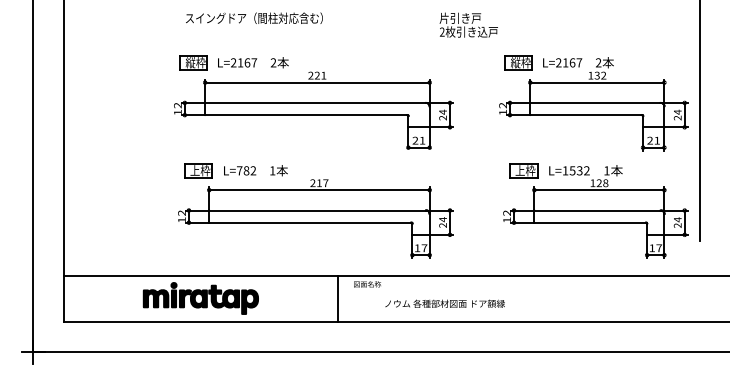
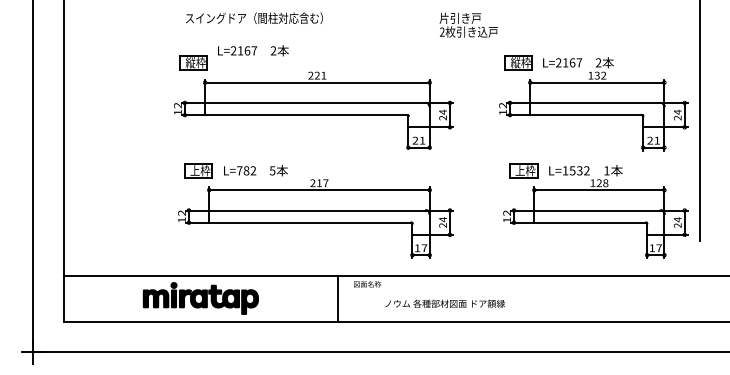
text at (253, 62) position: (253, 62) -> (253, 50)
text at (272, 170): 1 -> 5
